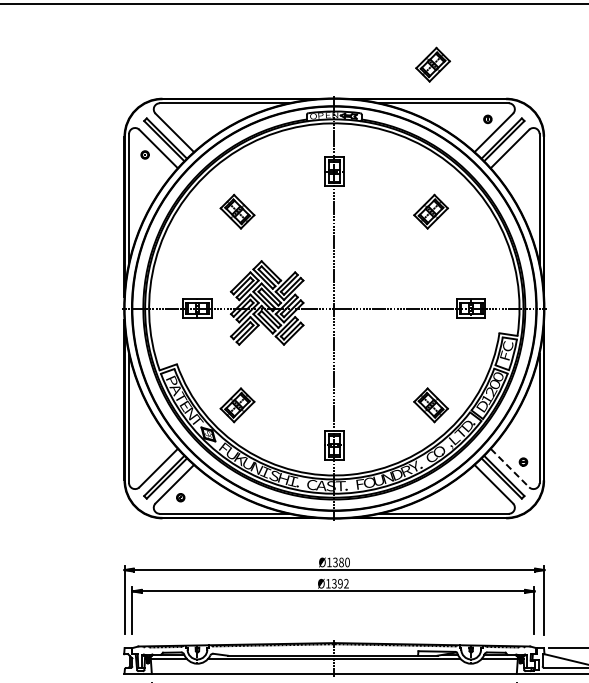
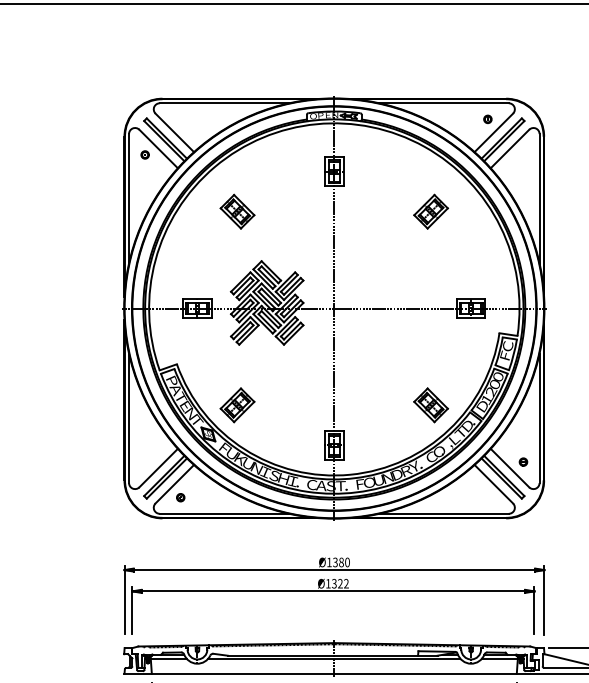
part at (432, 64): present -> none
line at (510, 468): dashed -> solid
text at (340, 583): Ø1392 -> Ø1322
